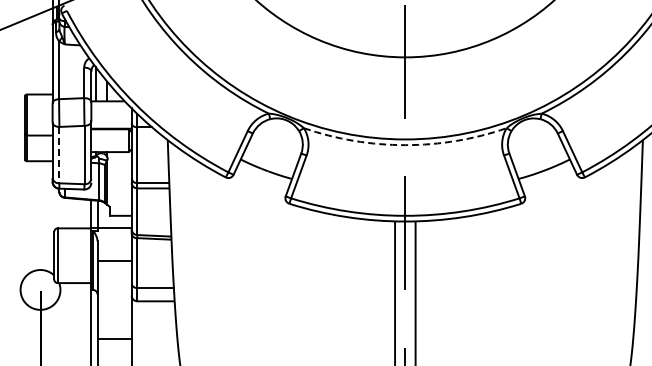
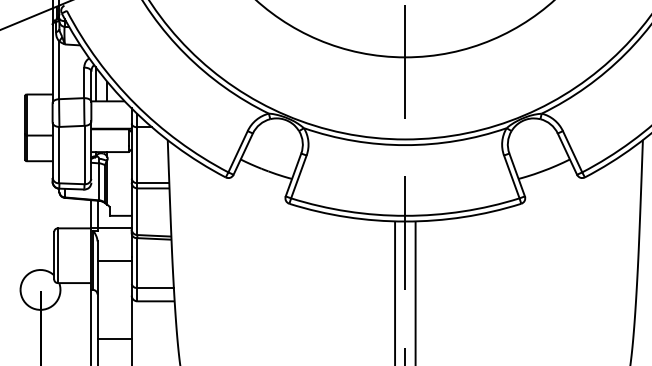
arc at (405, 145): dashed -> solid
line at (59, 155): dashed -> solid
